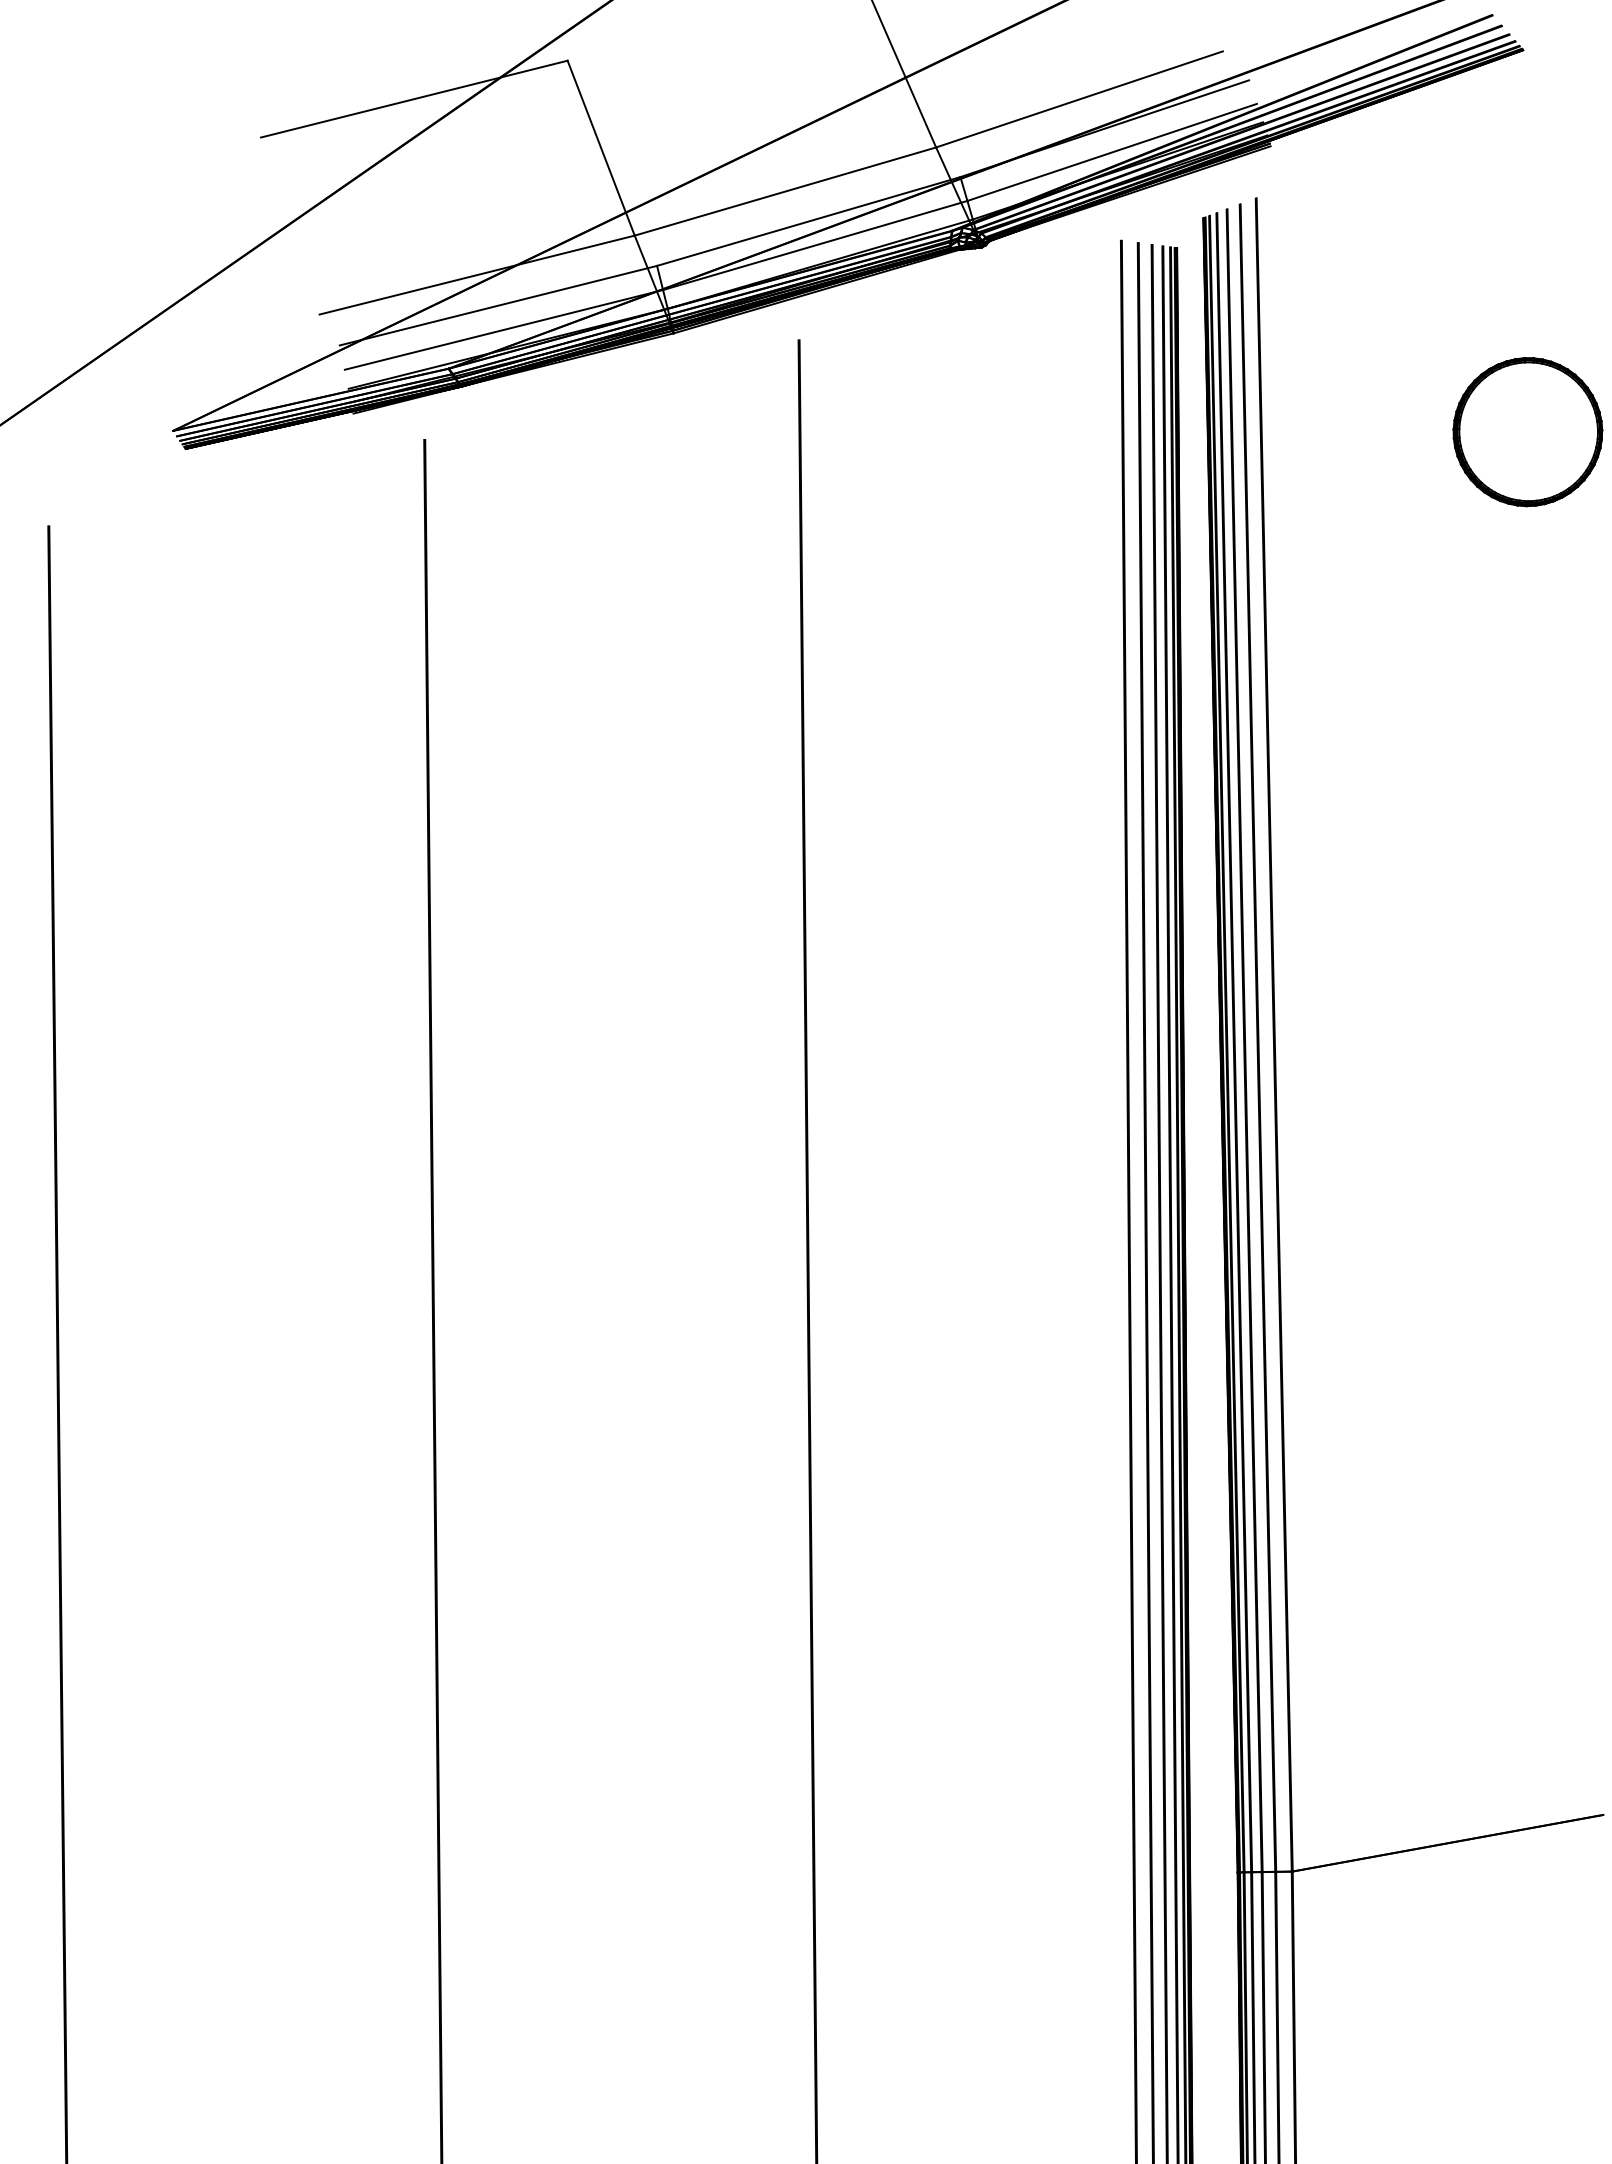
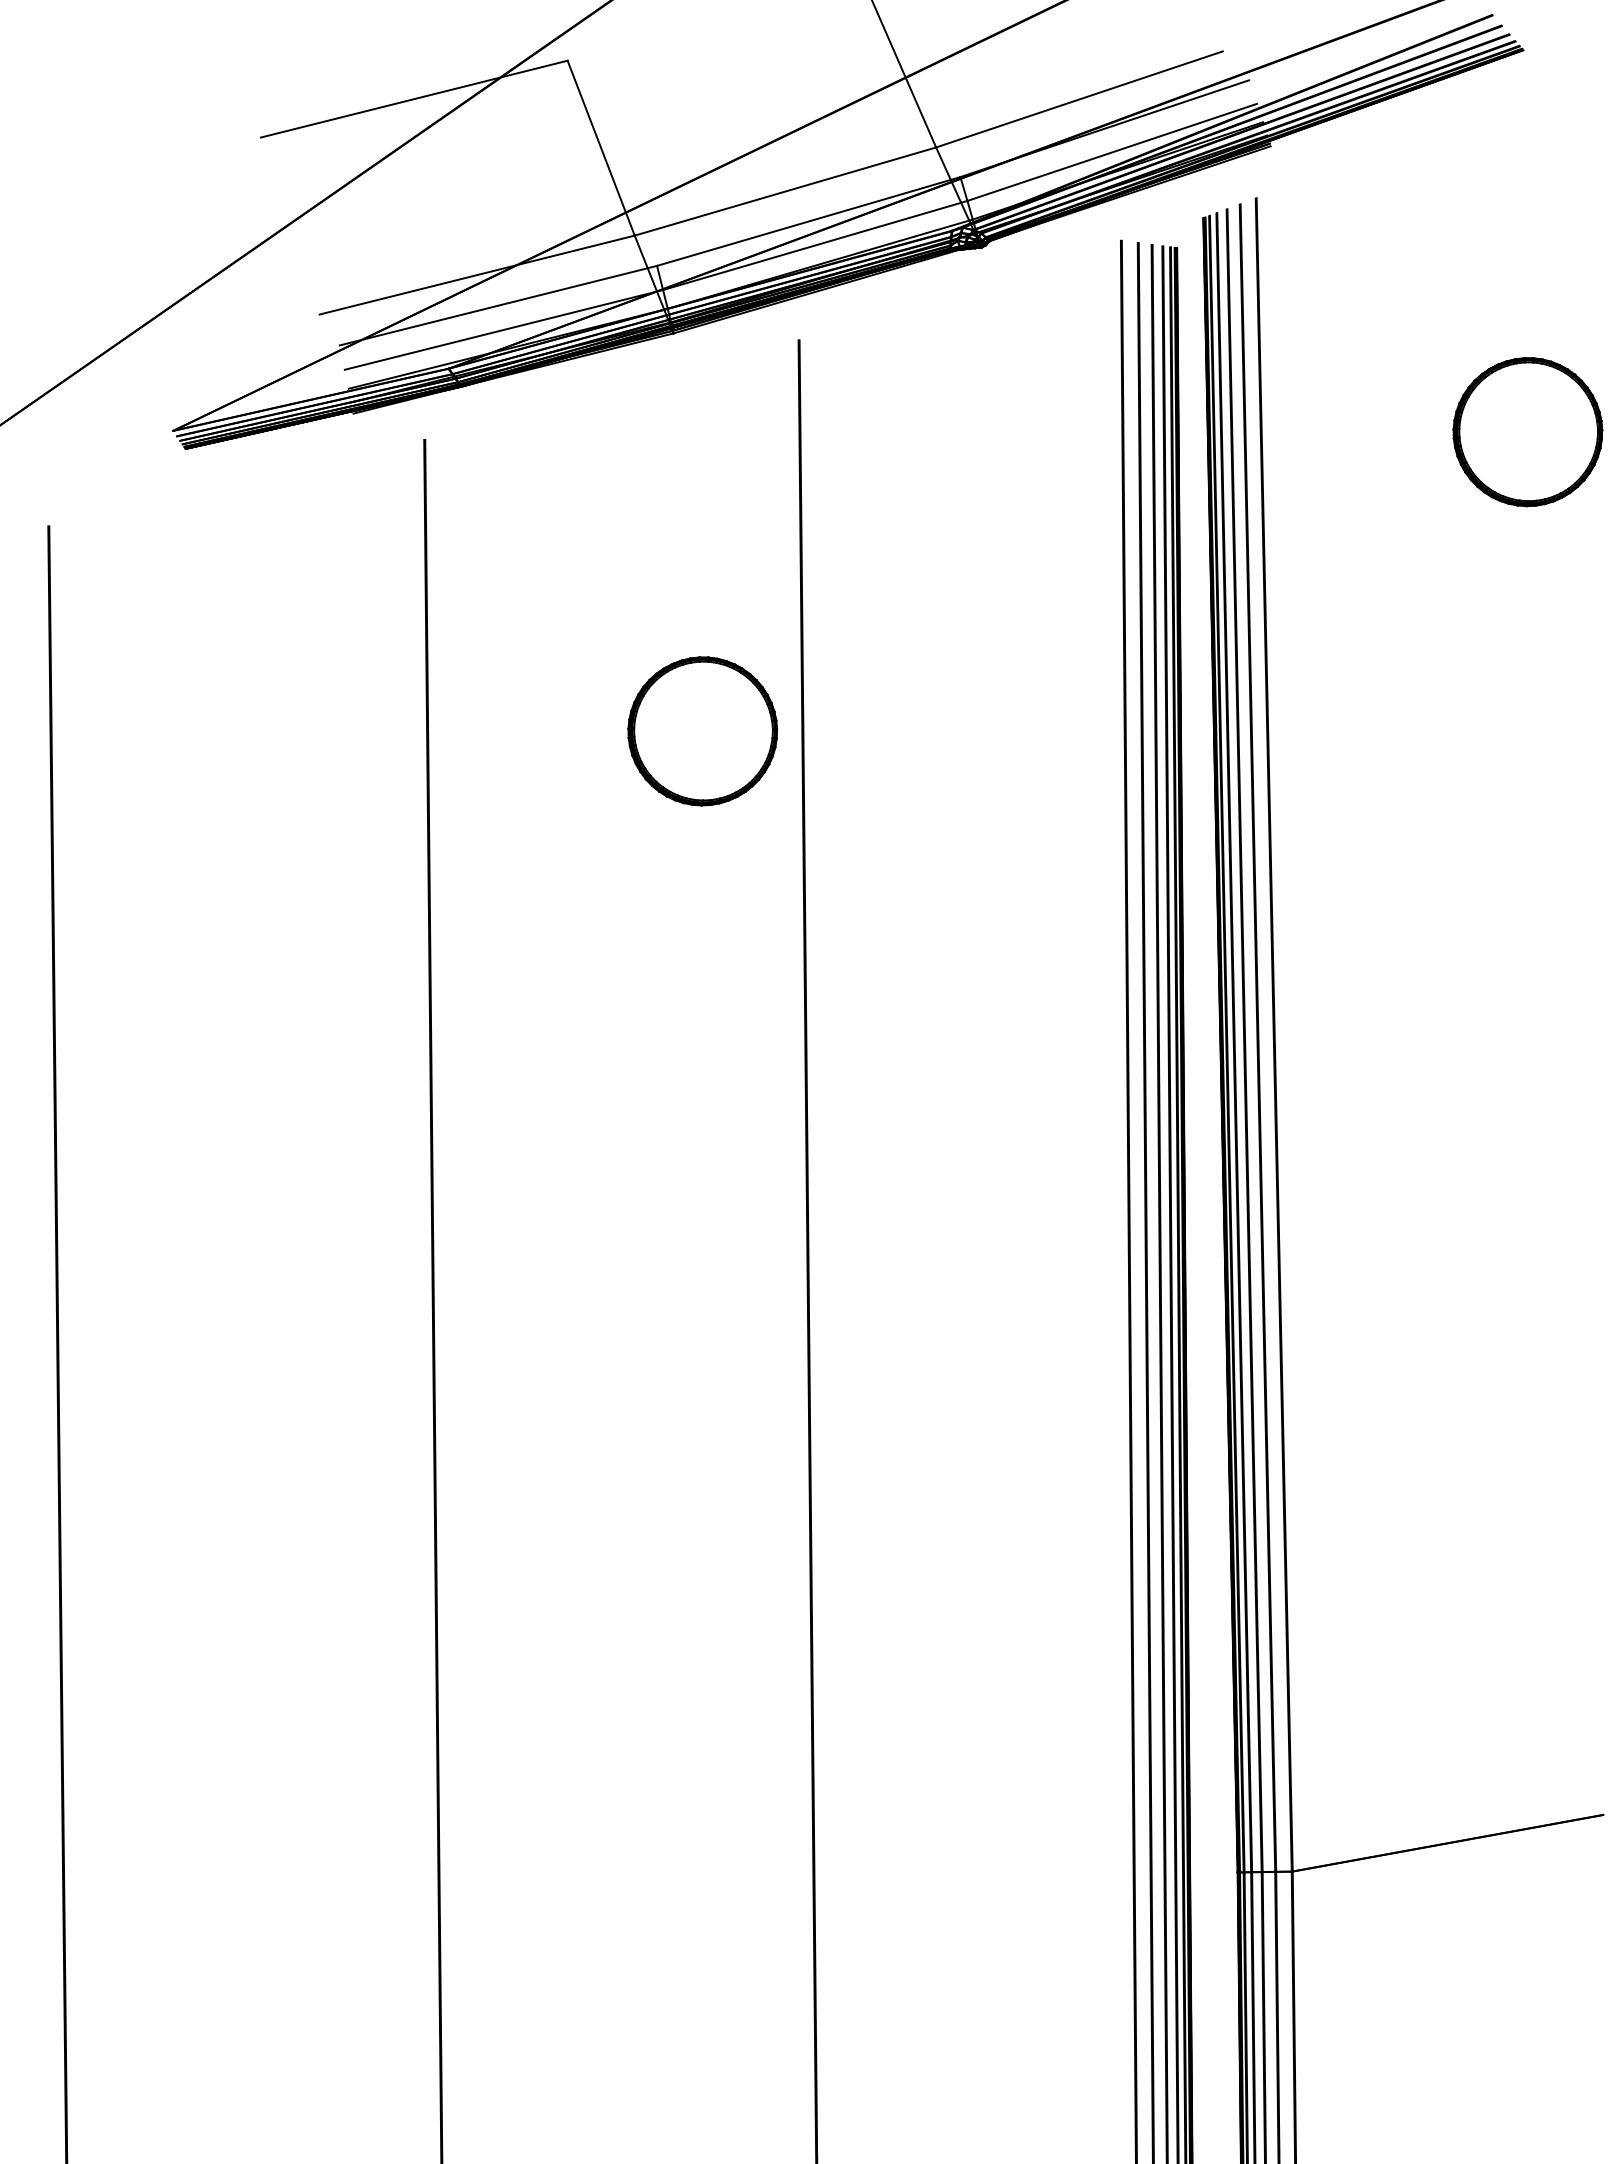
part at (702, 731): none -> present
